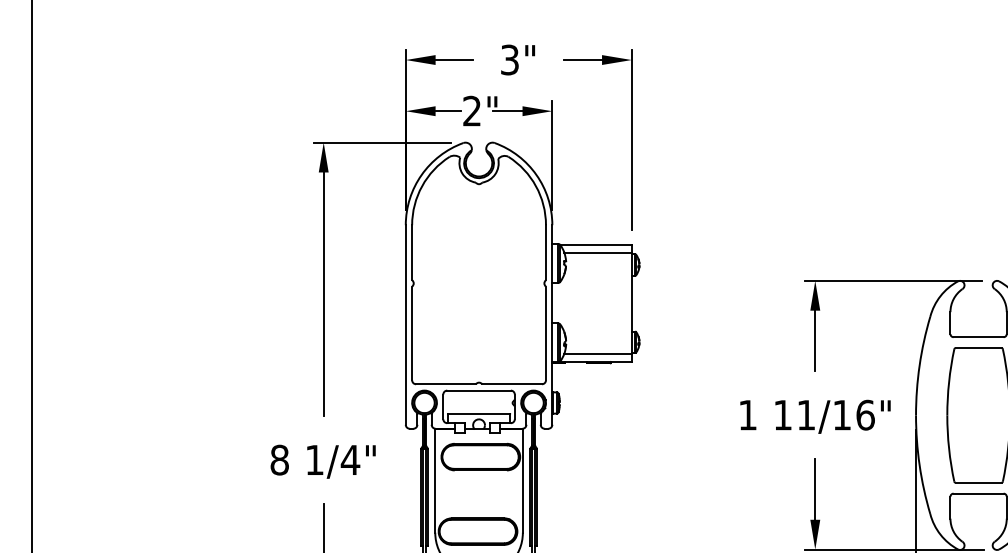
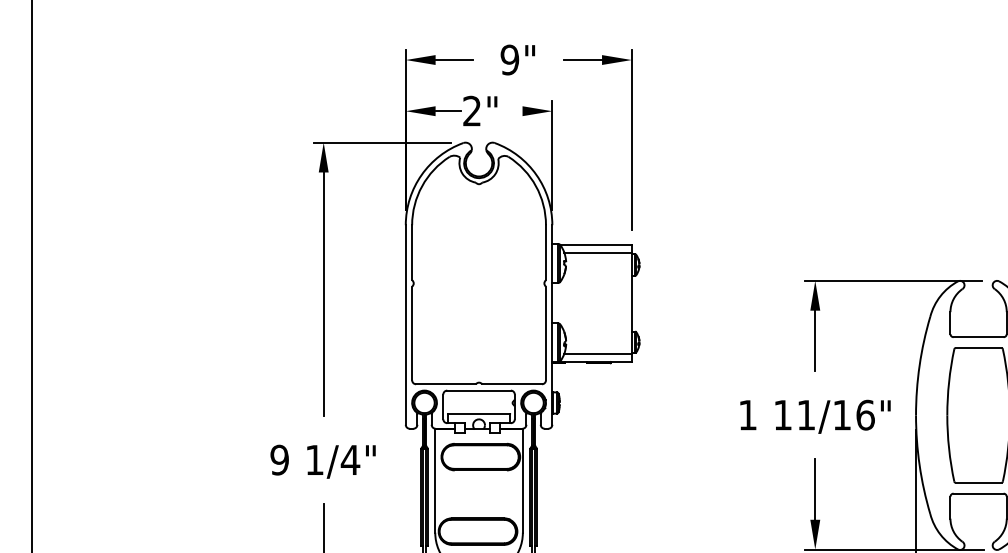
text at (509, 59): 3" -> 9"
line at (507, 111): present -> none
text at (279, 459): 8 -> 9
